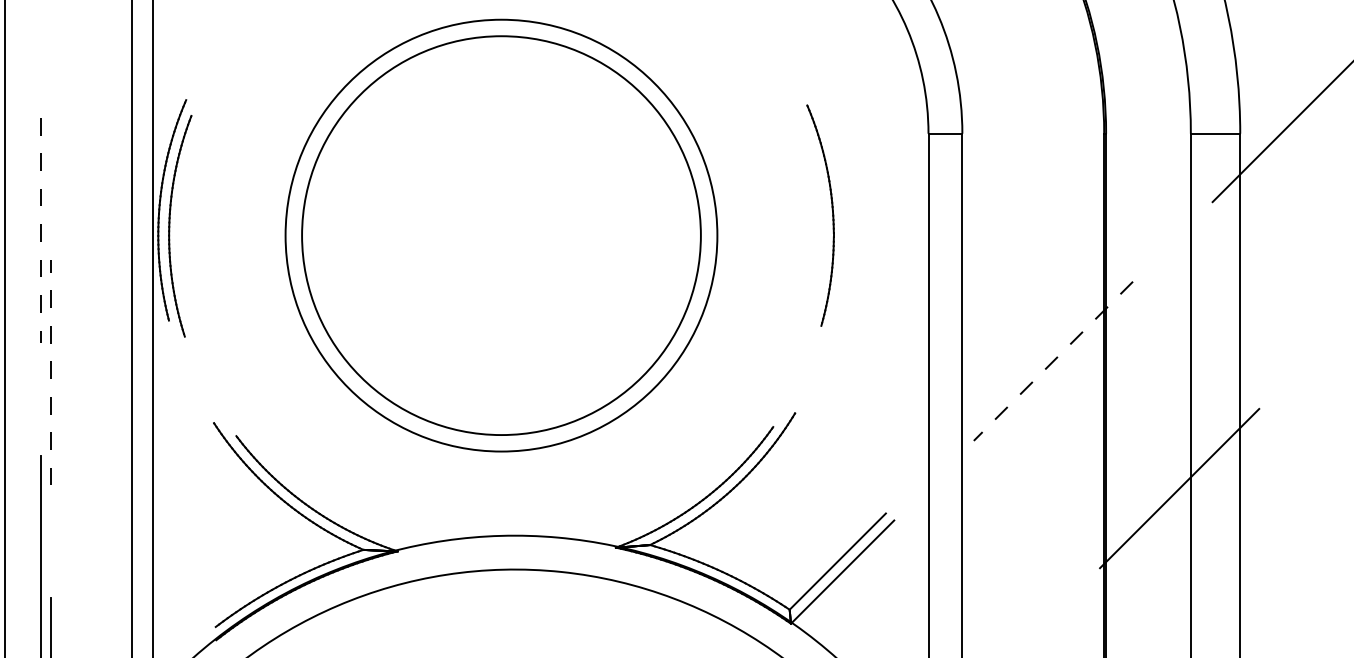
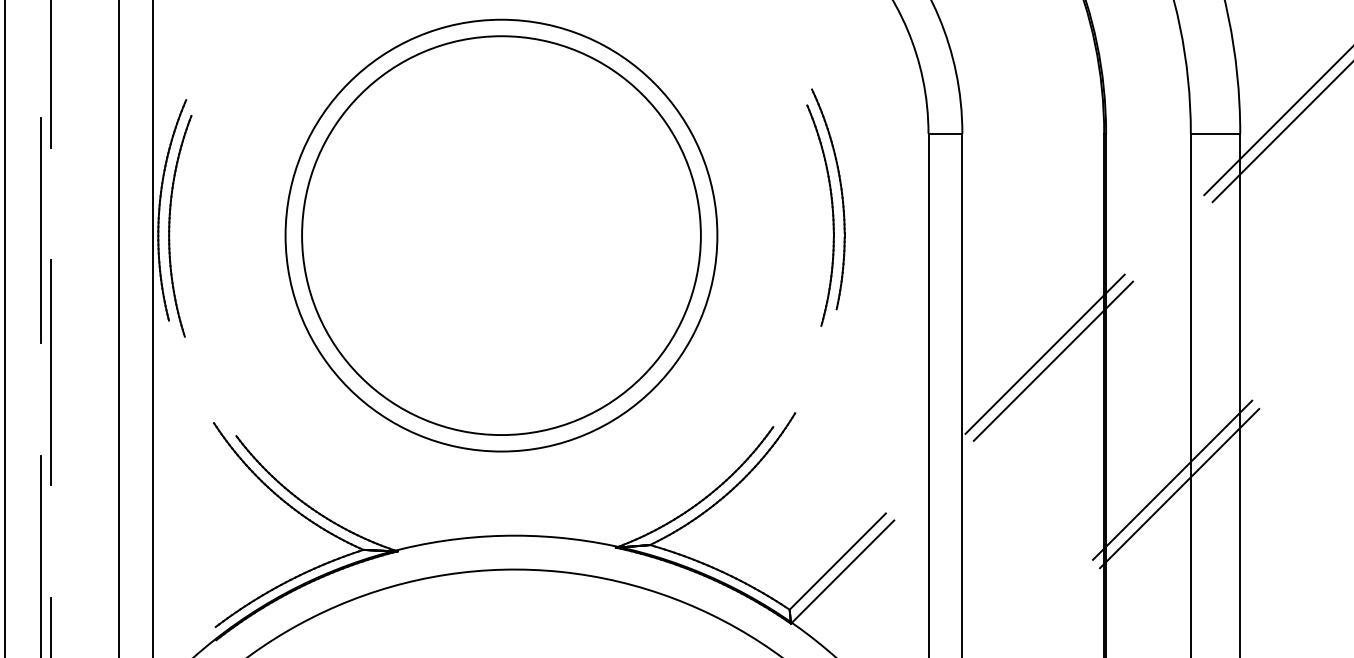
line at (51, 74): none -> present
line at (1277, 121): none -> present
part at (841, 199): none -> present
line at (40, 230): dashed -> solid
line at (131, 328) position: (131, 328) -> (118, 328)
line at (1044, 353): none -> present
line at (1053, 361): dashed -> solid
line at (51, 372): dashed -> solid
line at (1172, 479): none -> present
